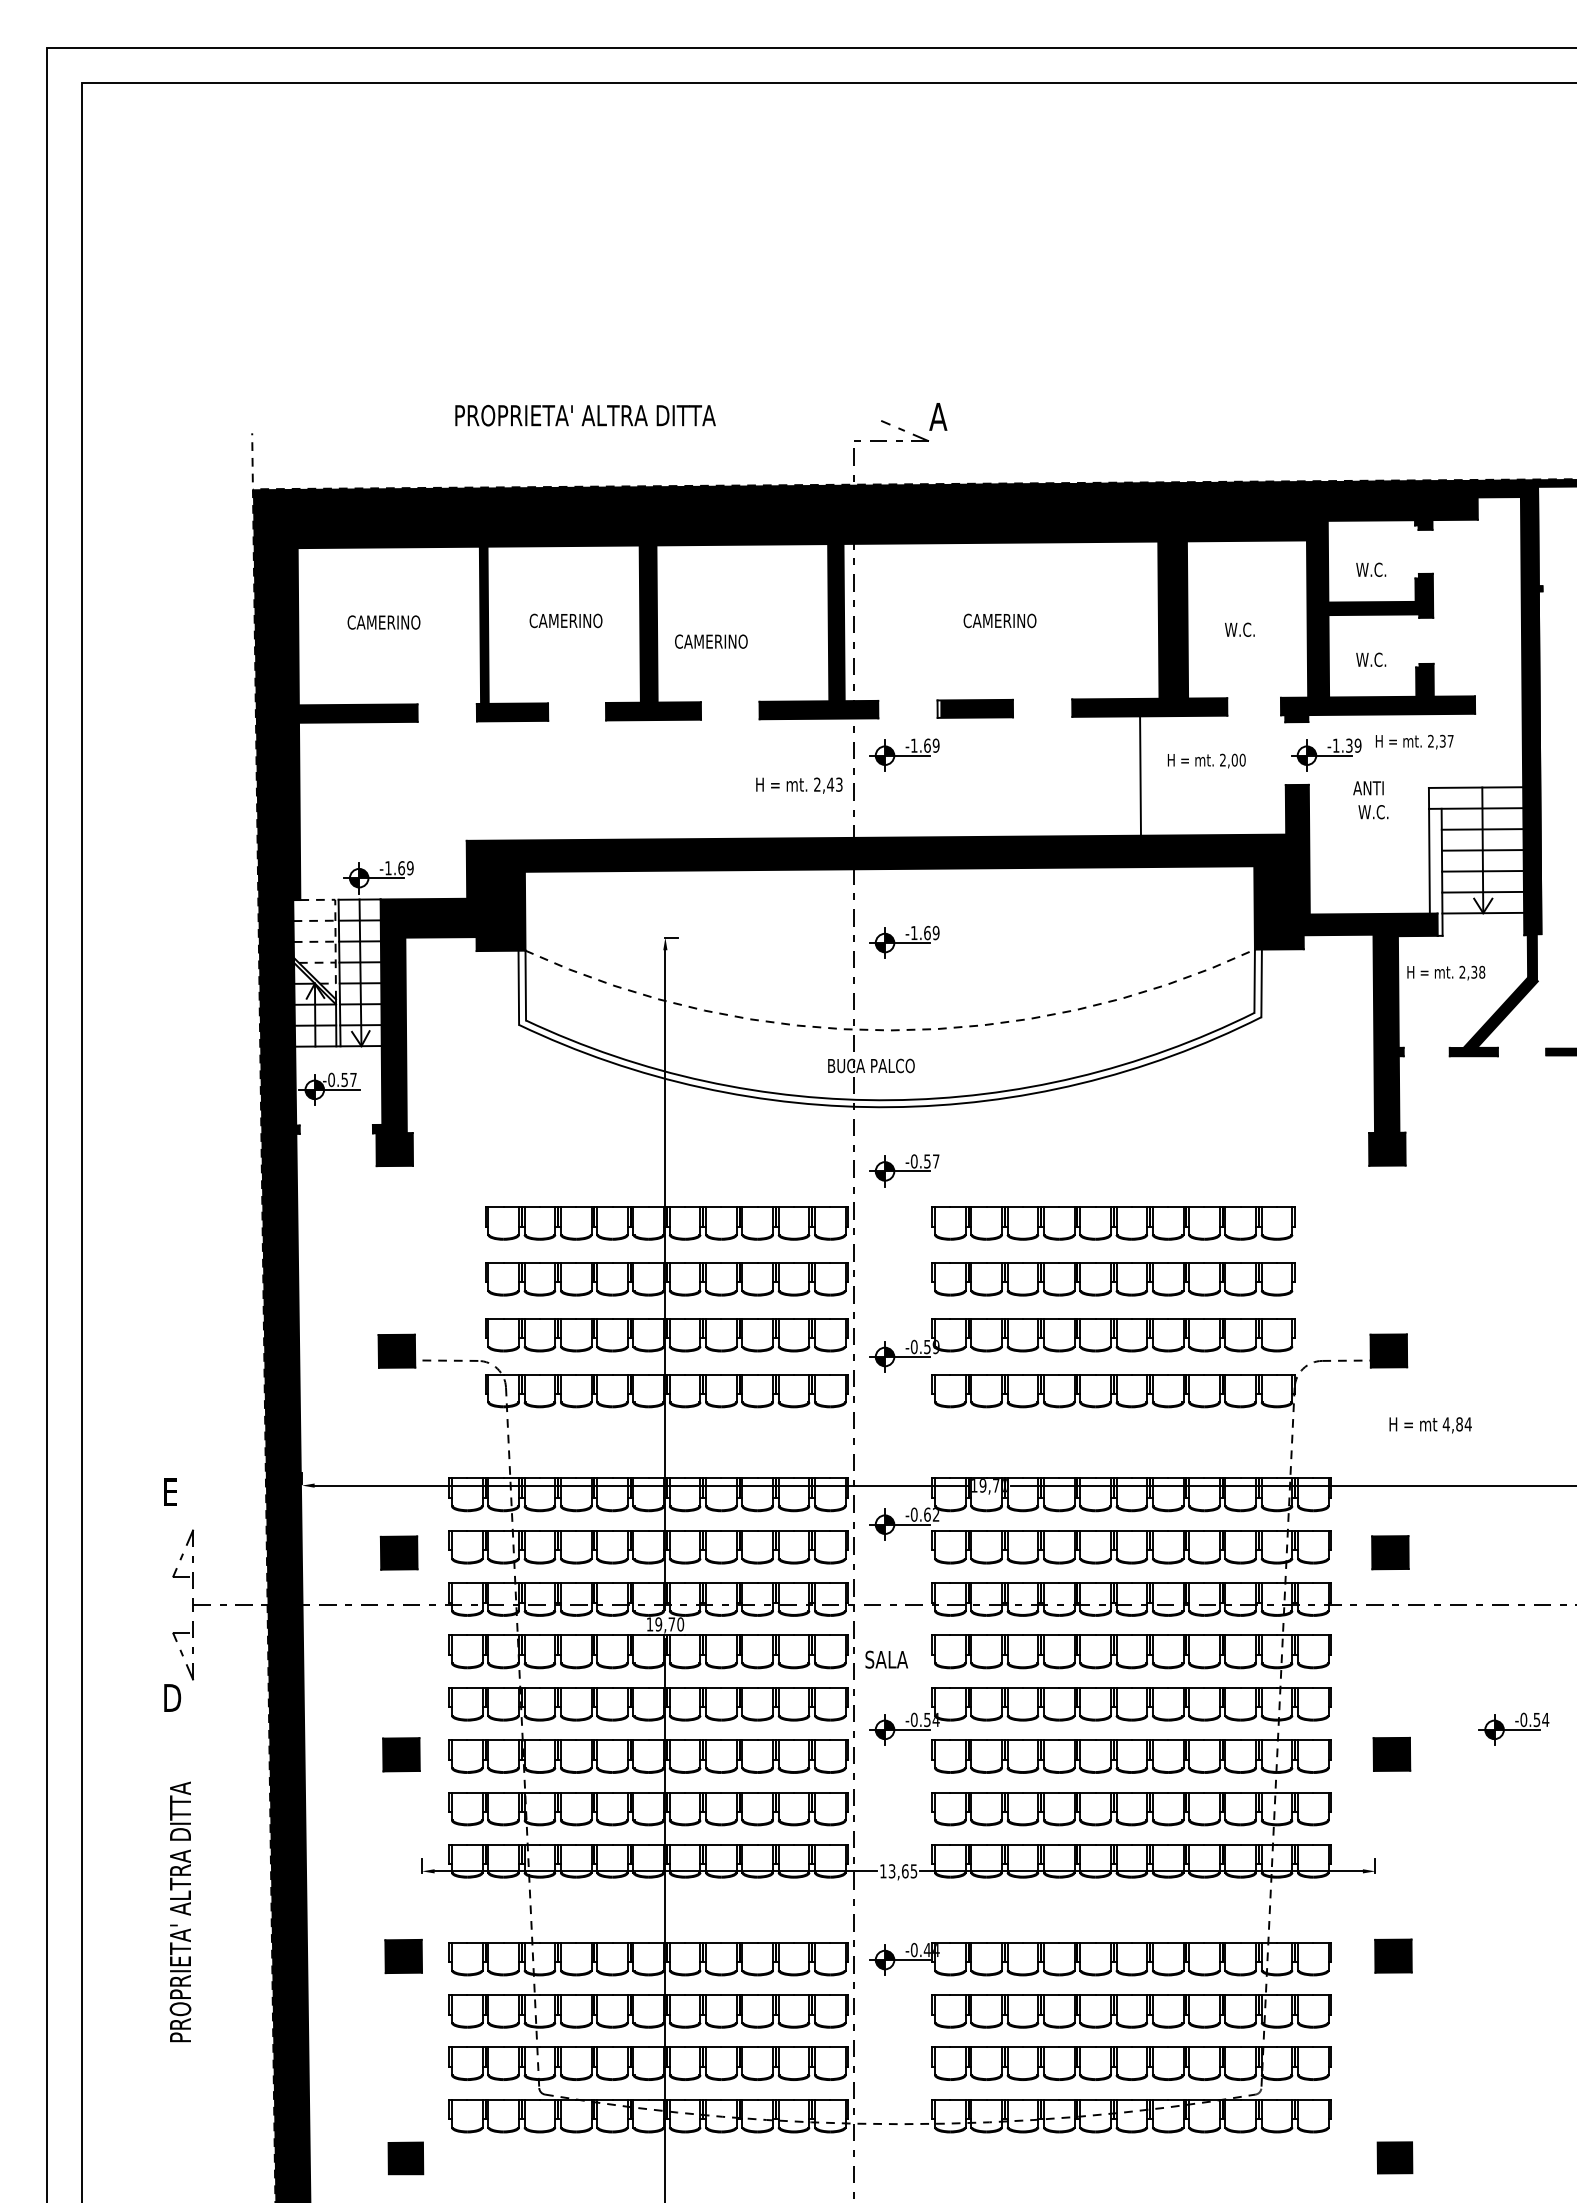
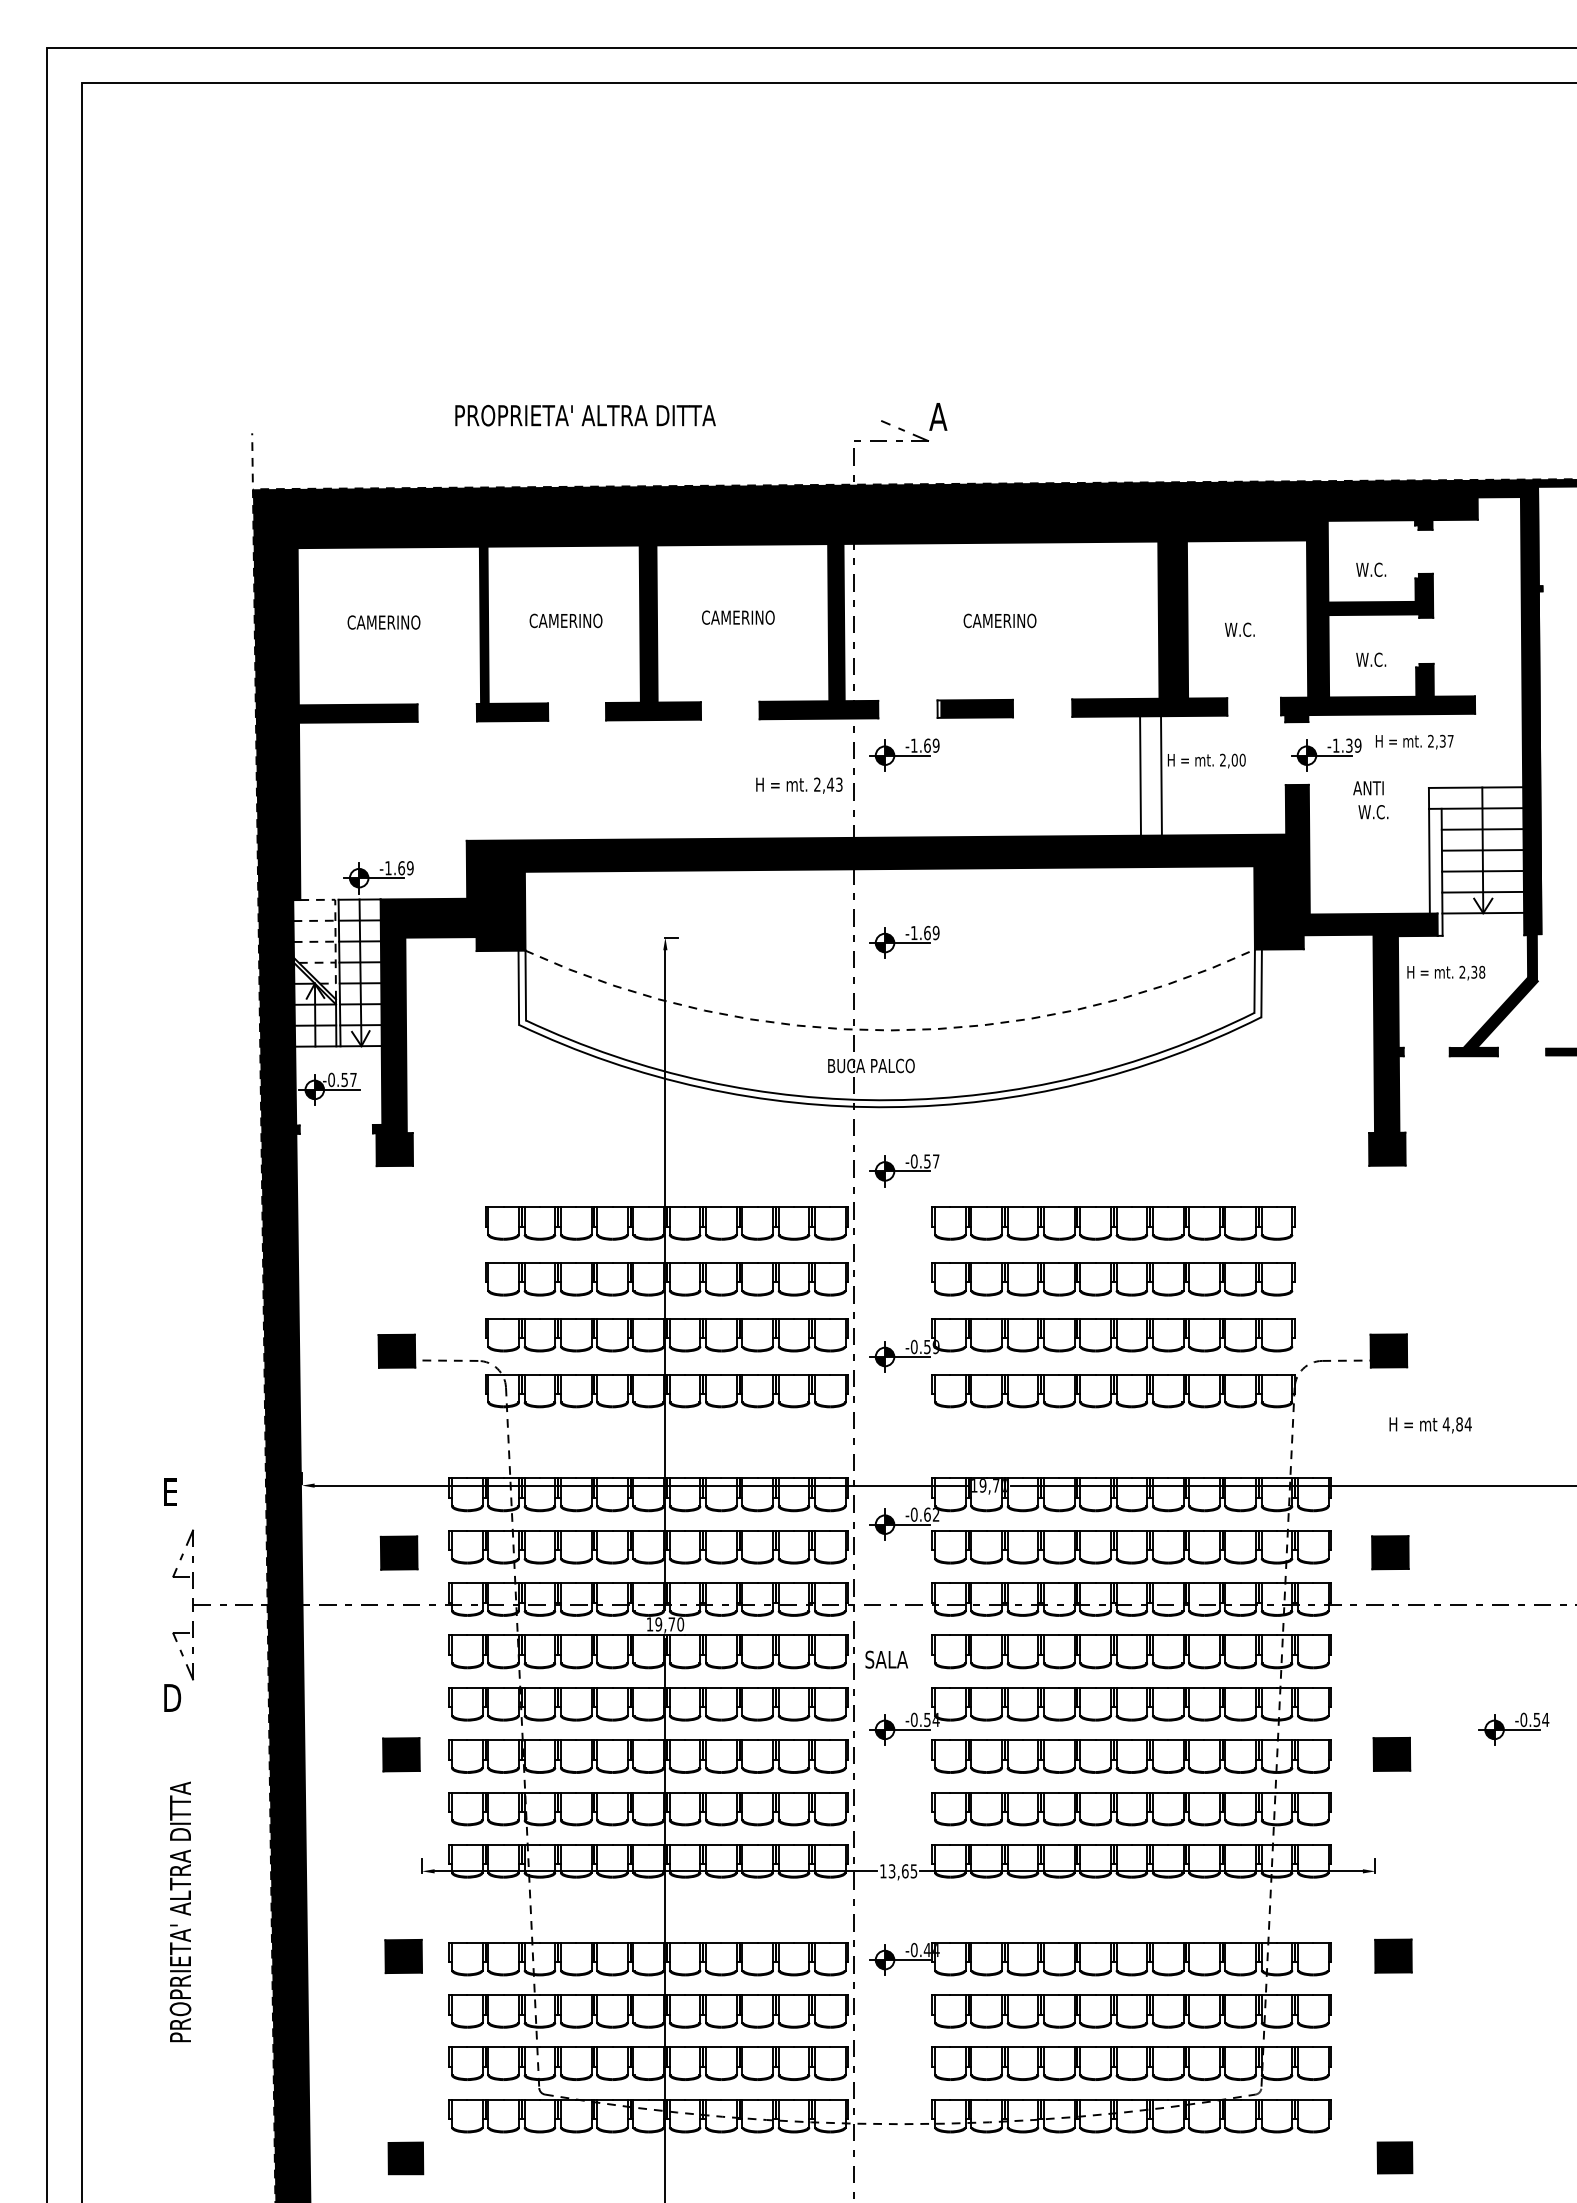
text at (711, 641) position: (711, 641) -> (738, 617)
line at (1161, 775): none -> present
